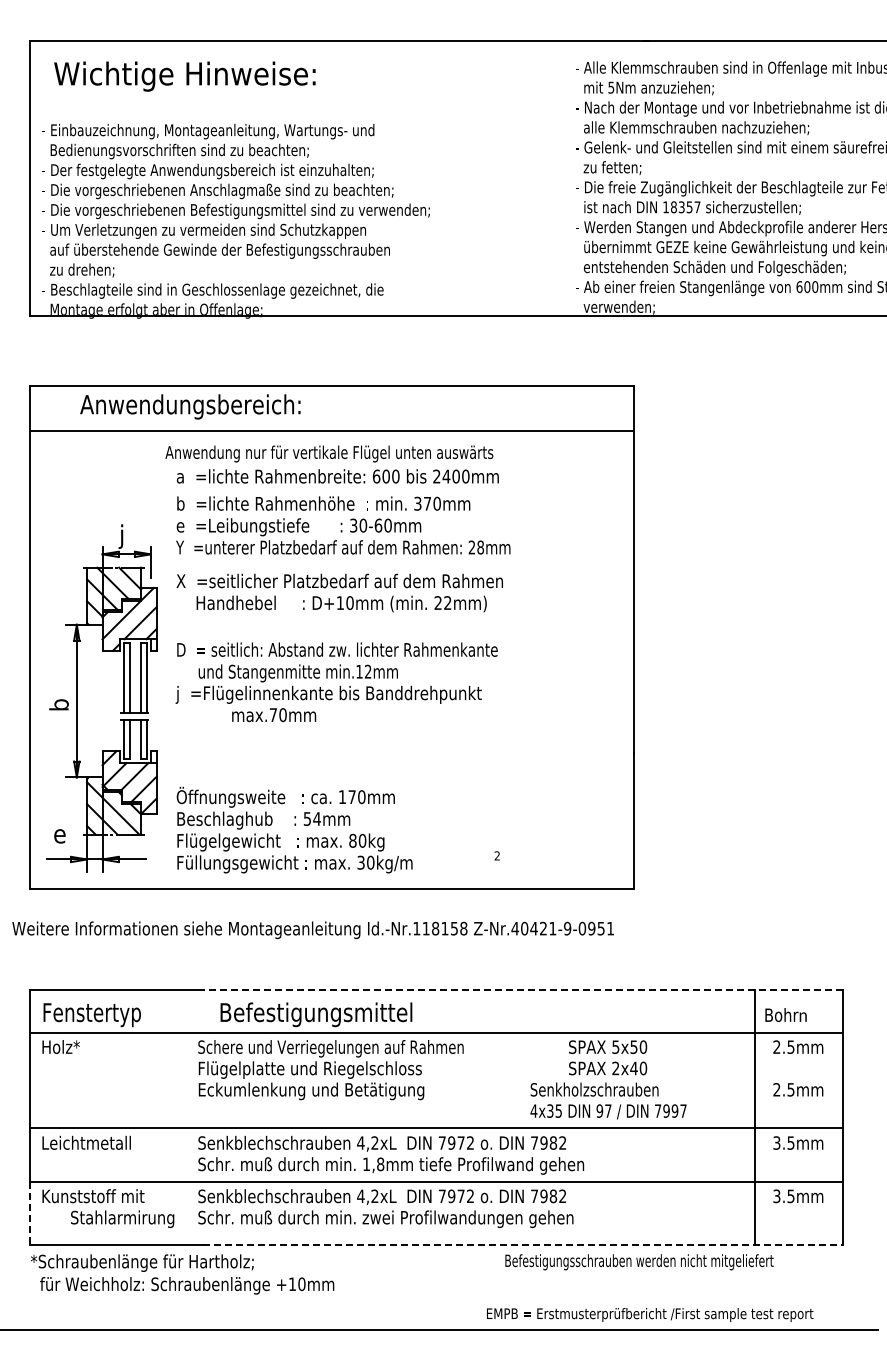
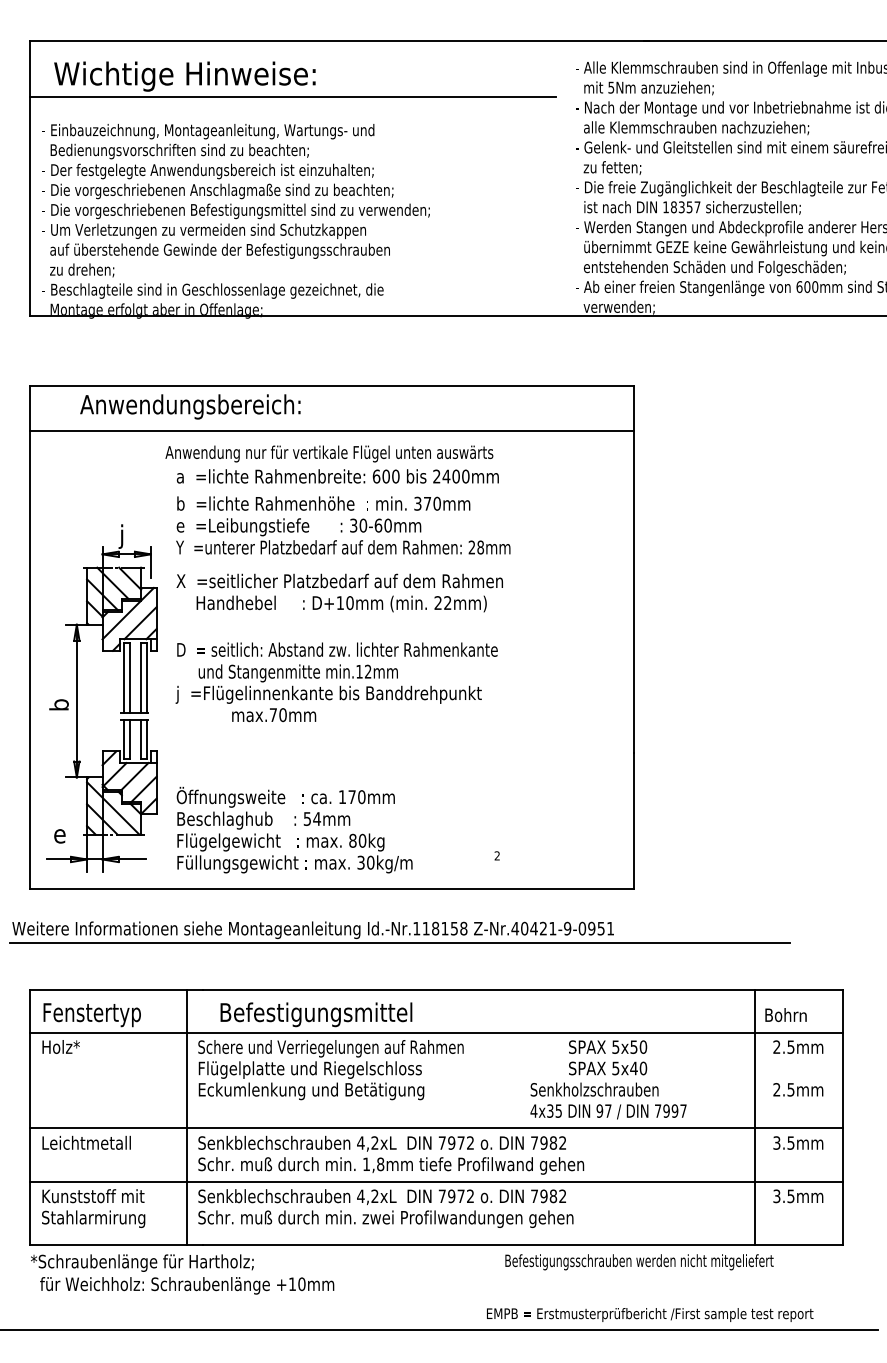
line at (292, 96): none -> present
line at (399, 942): none -> present
line at (522, 989): dashed -> solid
text at (615, 1068): 2x40 -> 5x40
line at (186, 1117): none -> present
line at (30, 1213): dashed -> solid
text at (122, 1218) position: (122, 1218) -> (93, 1218)
line at (523, 1245): dashed -> solid
